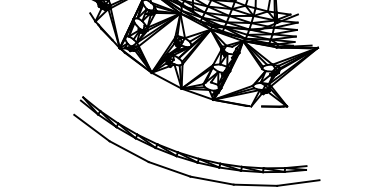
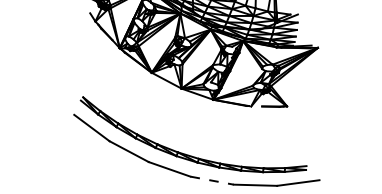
line at (212, 180): solid -> dashed
